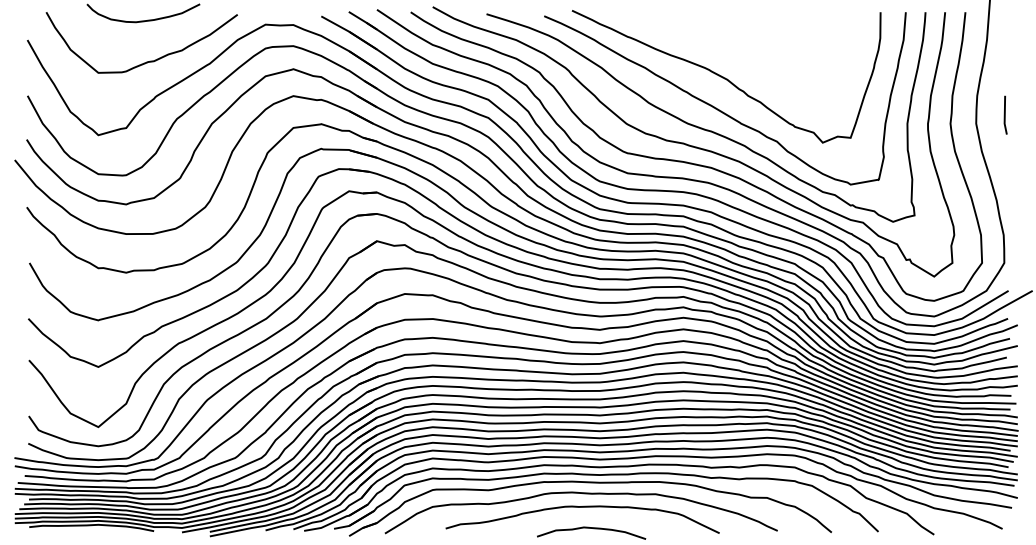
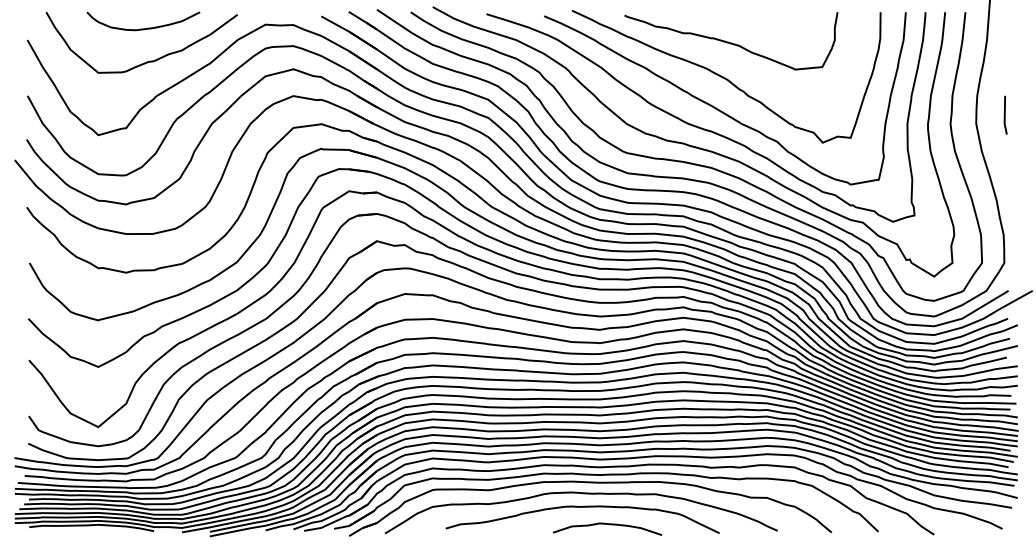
curve at (143, 20) position: (143, 20) -> (143, 28)
curve at (731, 42): none -> present
curve at (593, 529) position: (593, 529) -> (609, 525)
